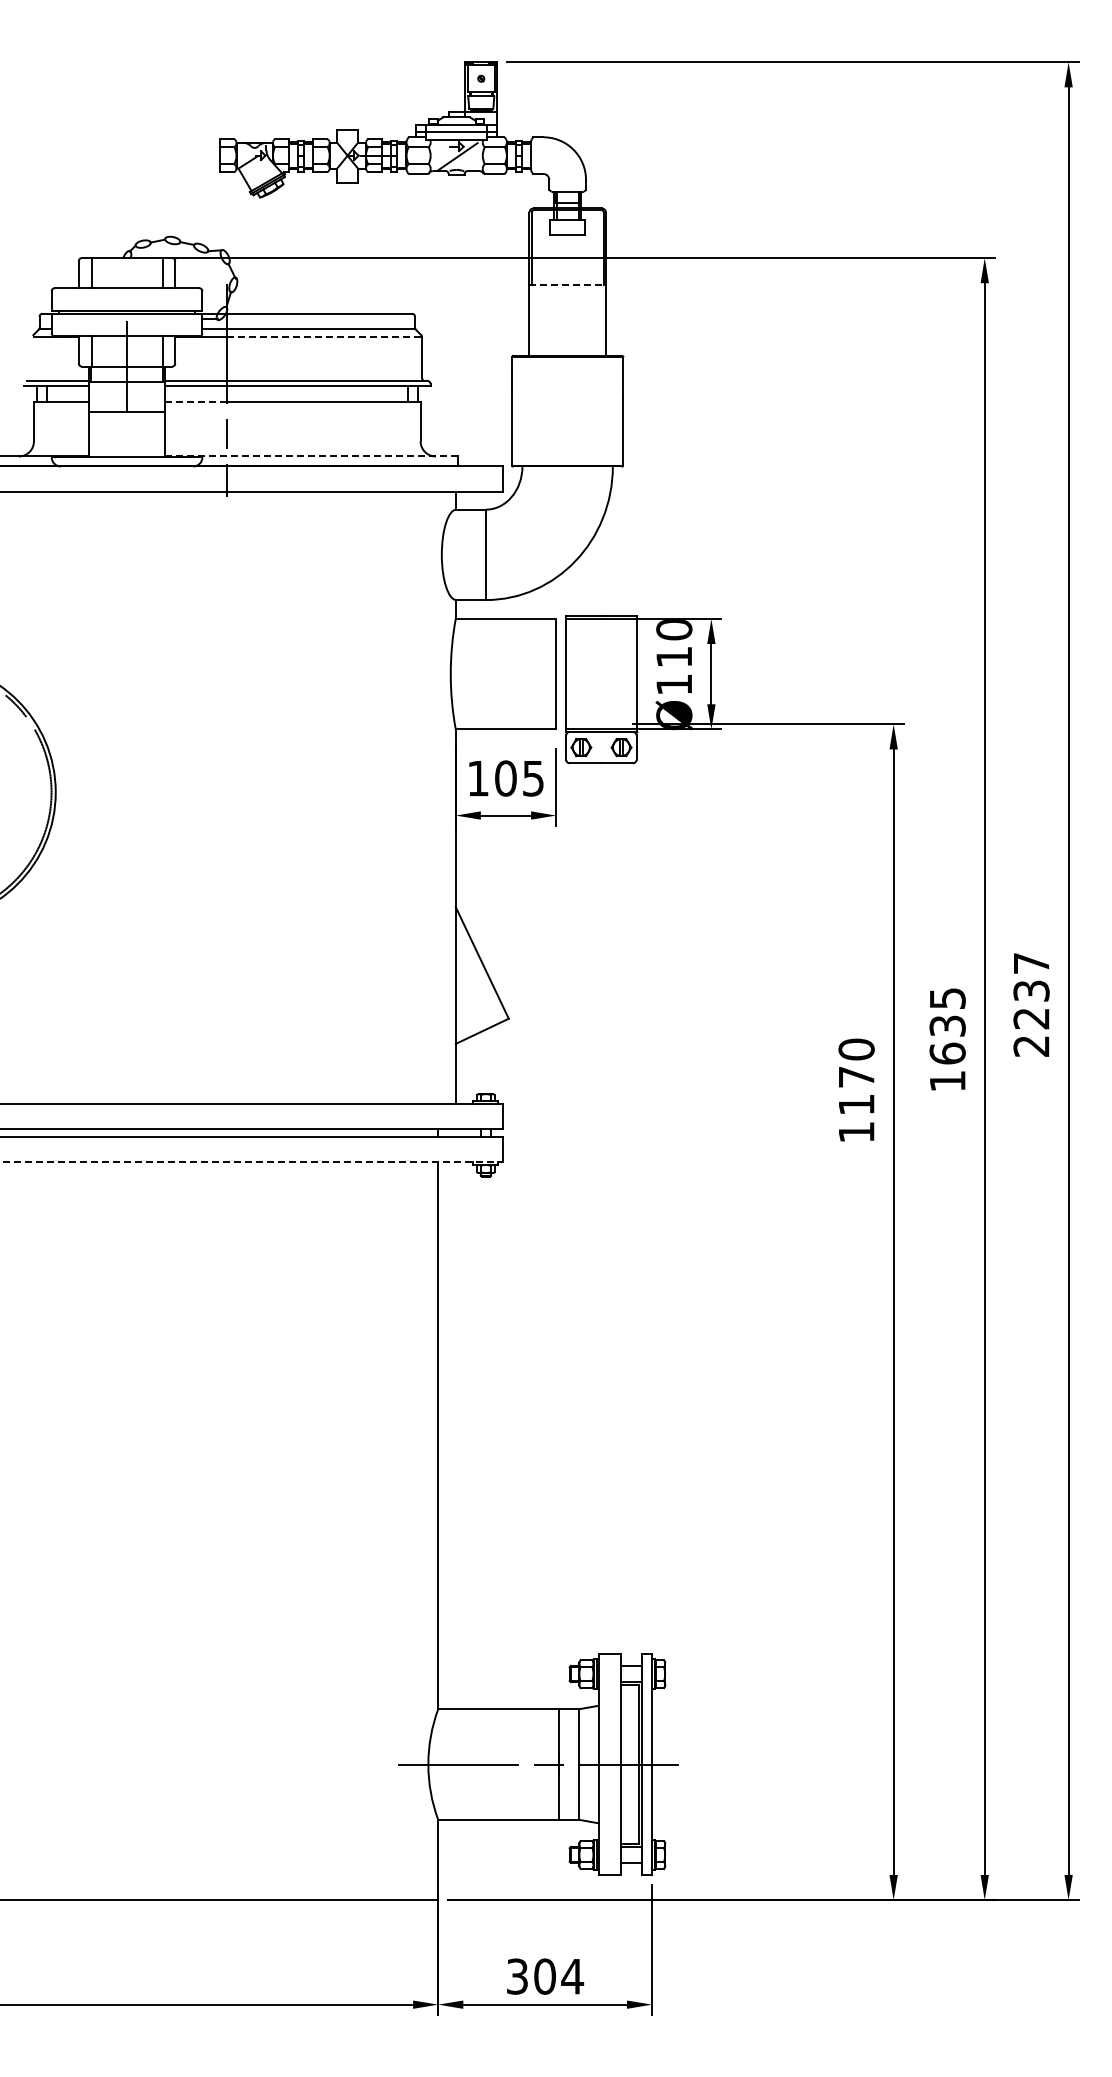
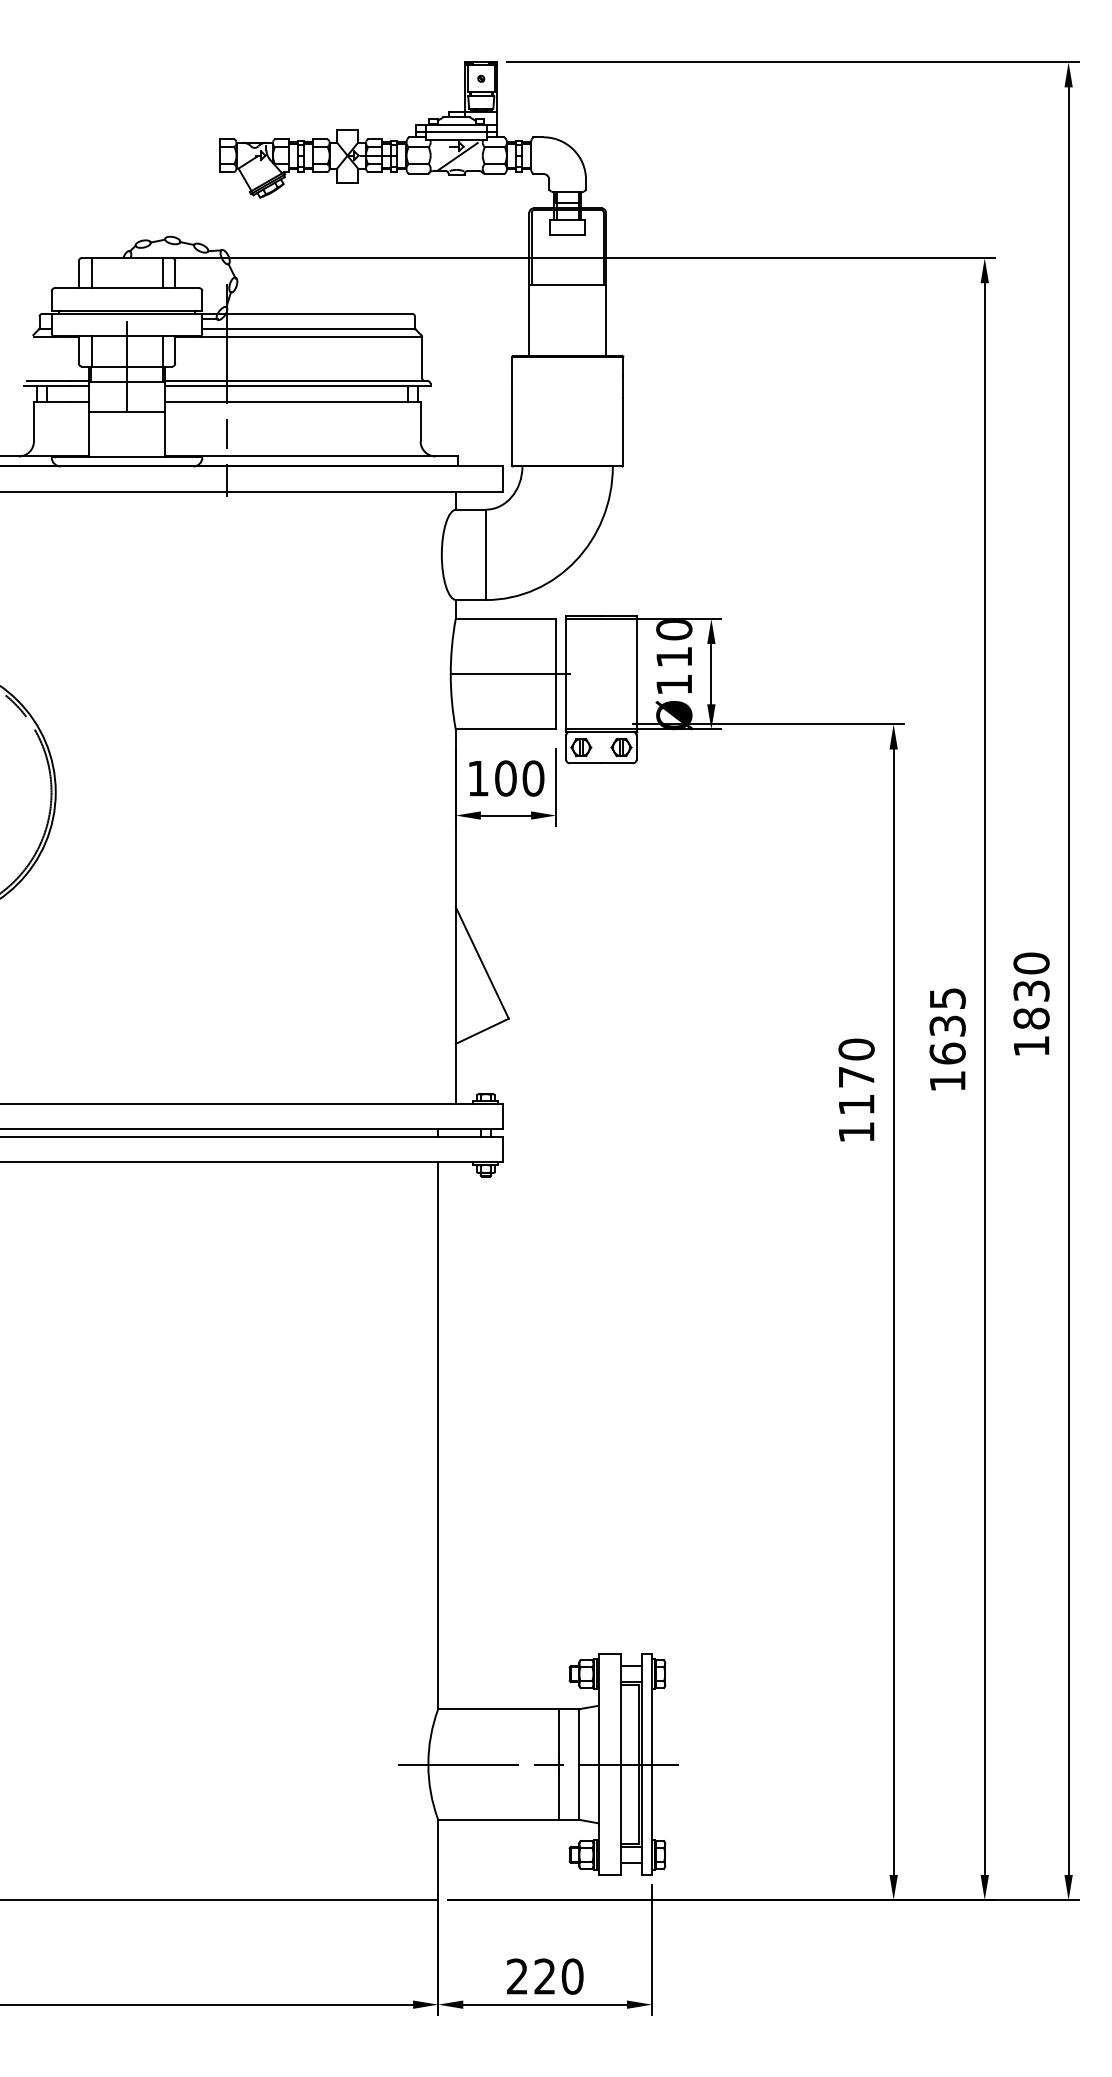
line at (568, 284): dashed -> solid
line at (324, 336): dashed -> solid
line at (196, 402): dashed -> solid
line at (311, 456): dashed -> solid
line at (507, 674): none -> present
text at (533, 778): 105 -> 100
text at (1031, 1004): 2237 -> 1830
line at (252, 1161): dashed -> solid
text at (545, 1976): 304 -> 220
